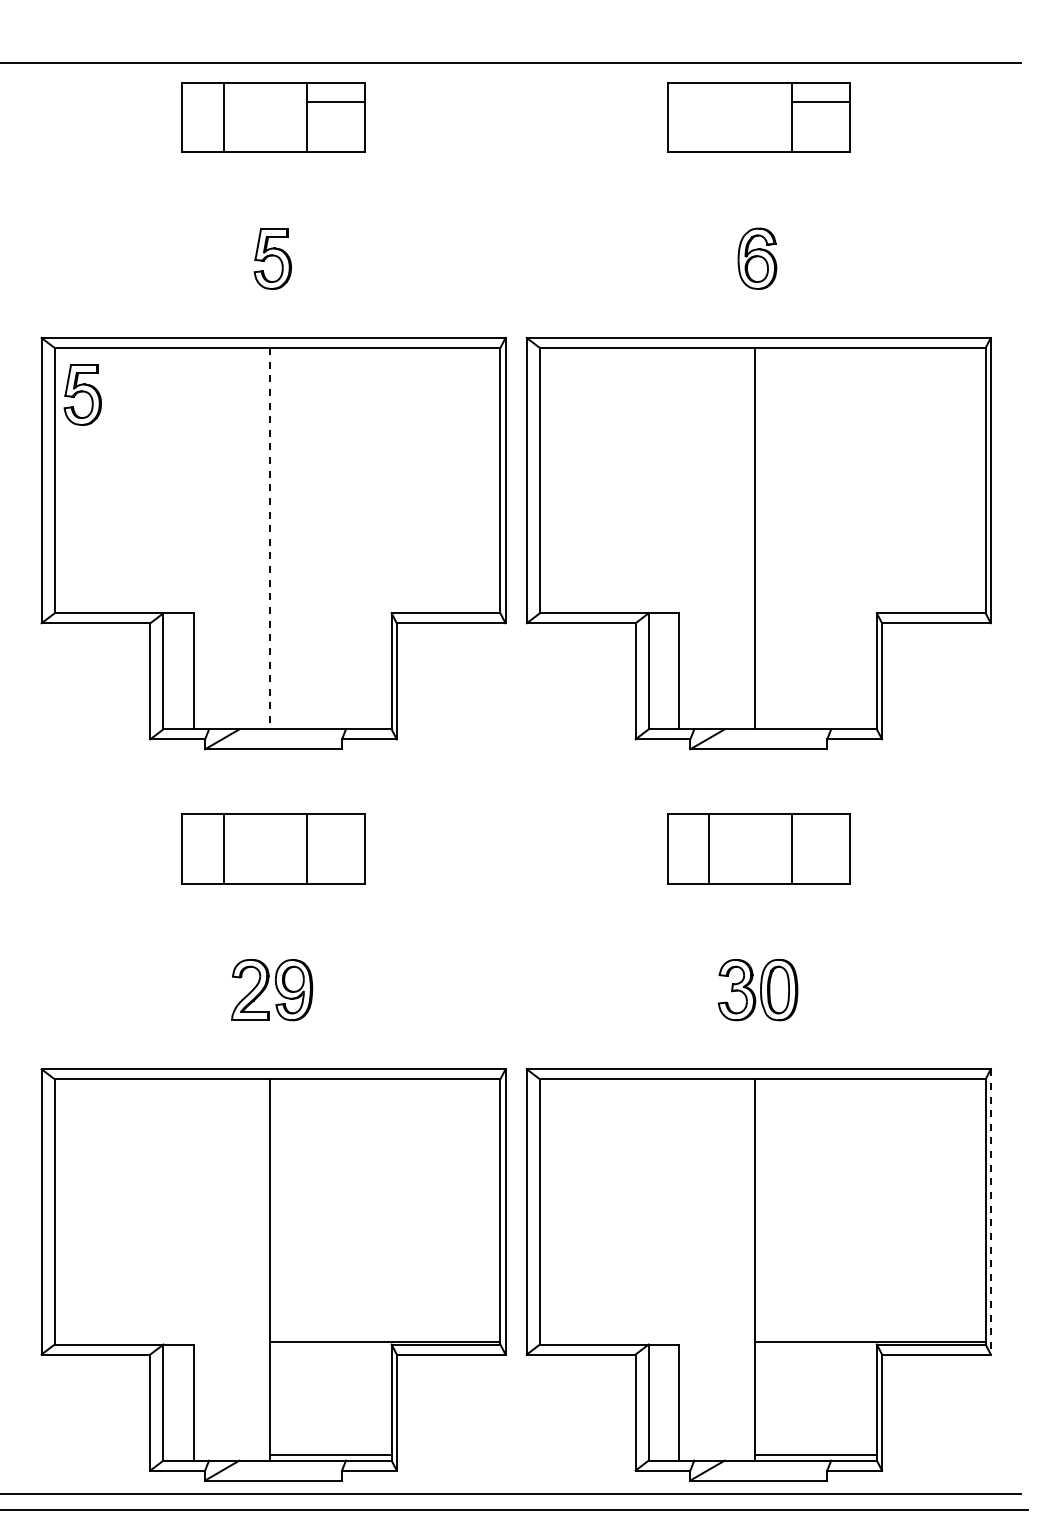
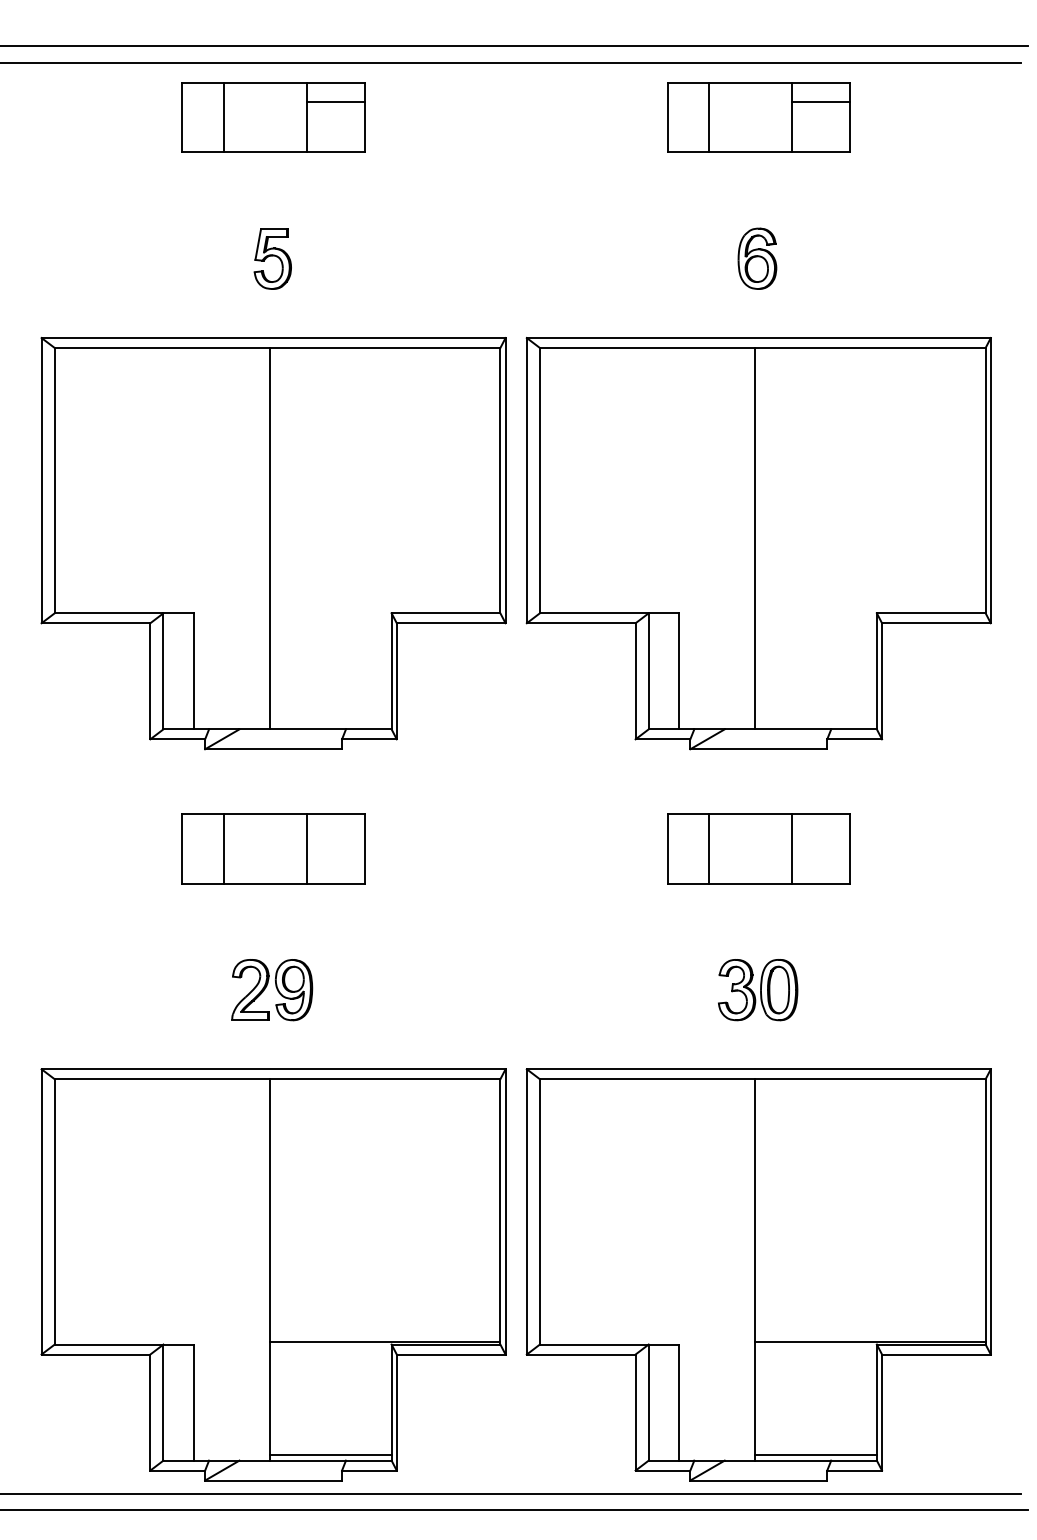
line at (514, 46): none -> present
line at (709, 117): none -> present
part at (82, 394): present -> none
line at (269, 538): dashed -> solid
line at (990, 1211): dashed -> solid
